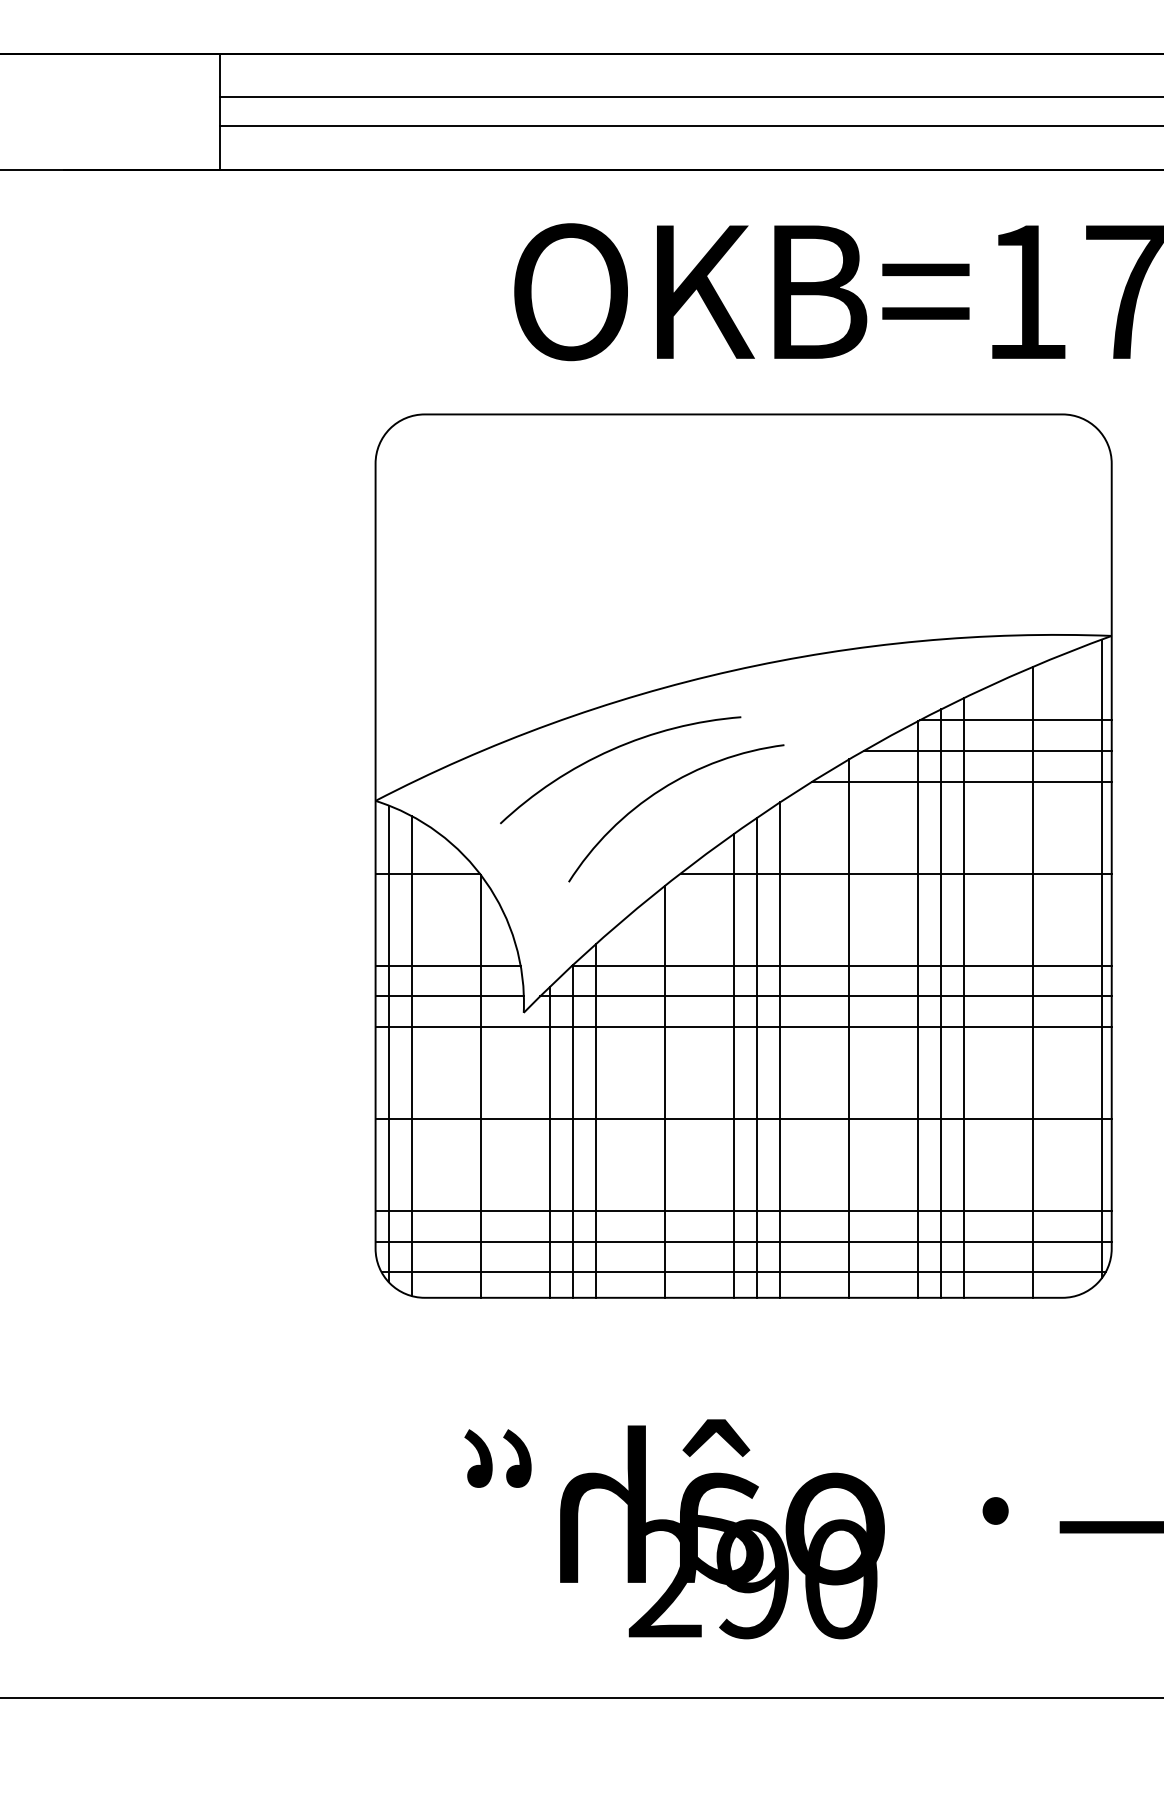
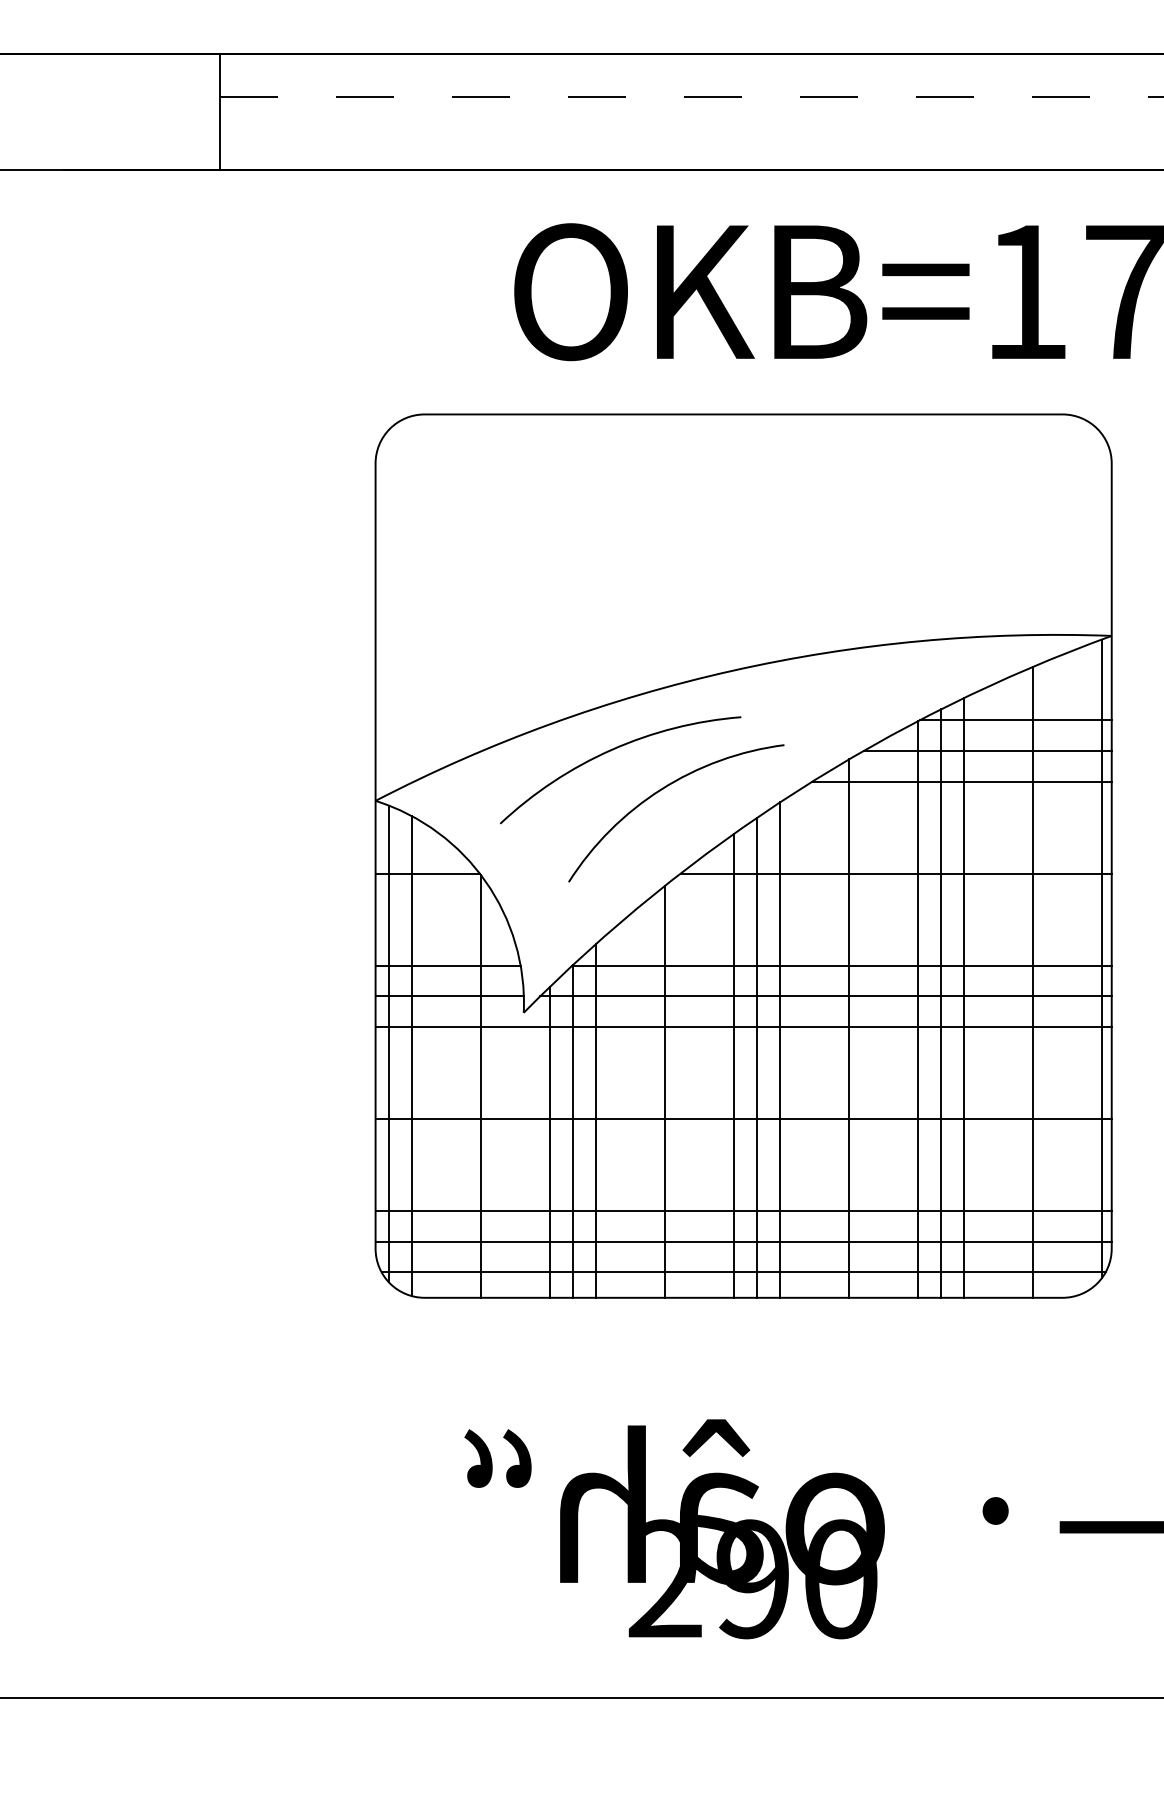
line at (692, 97): solid -> dashed
line at (690, 126): present -> none
